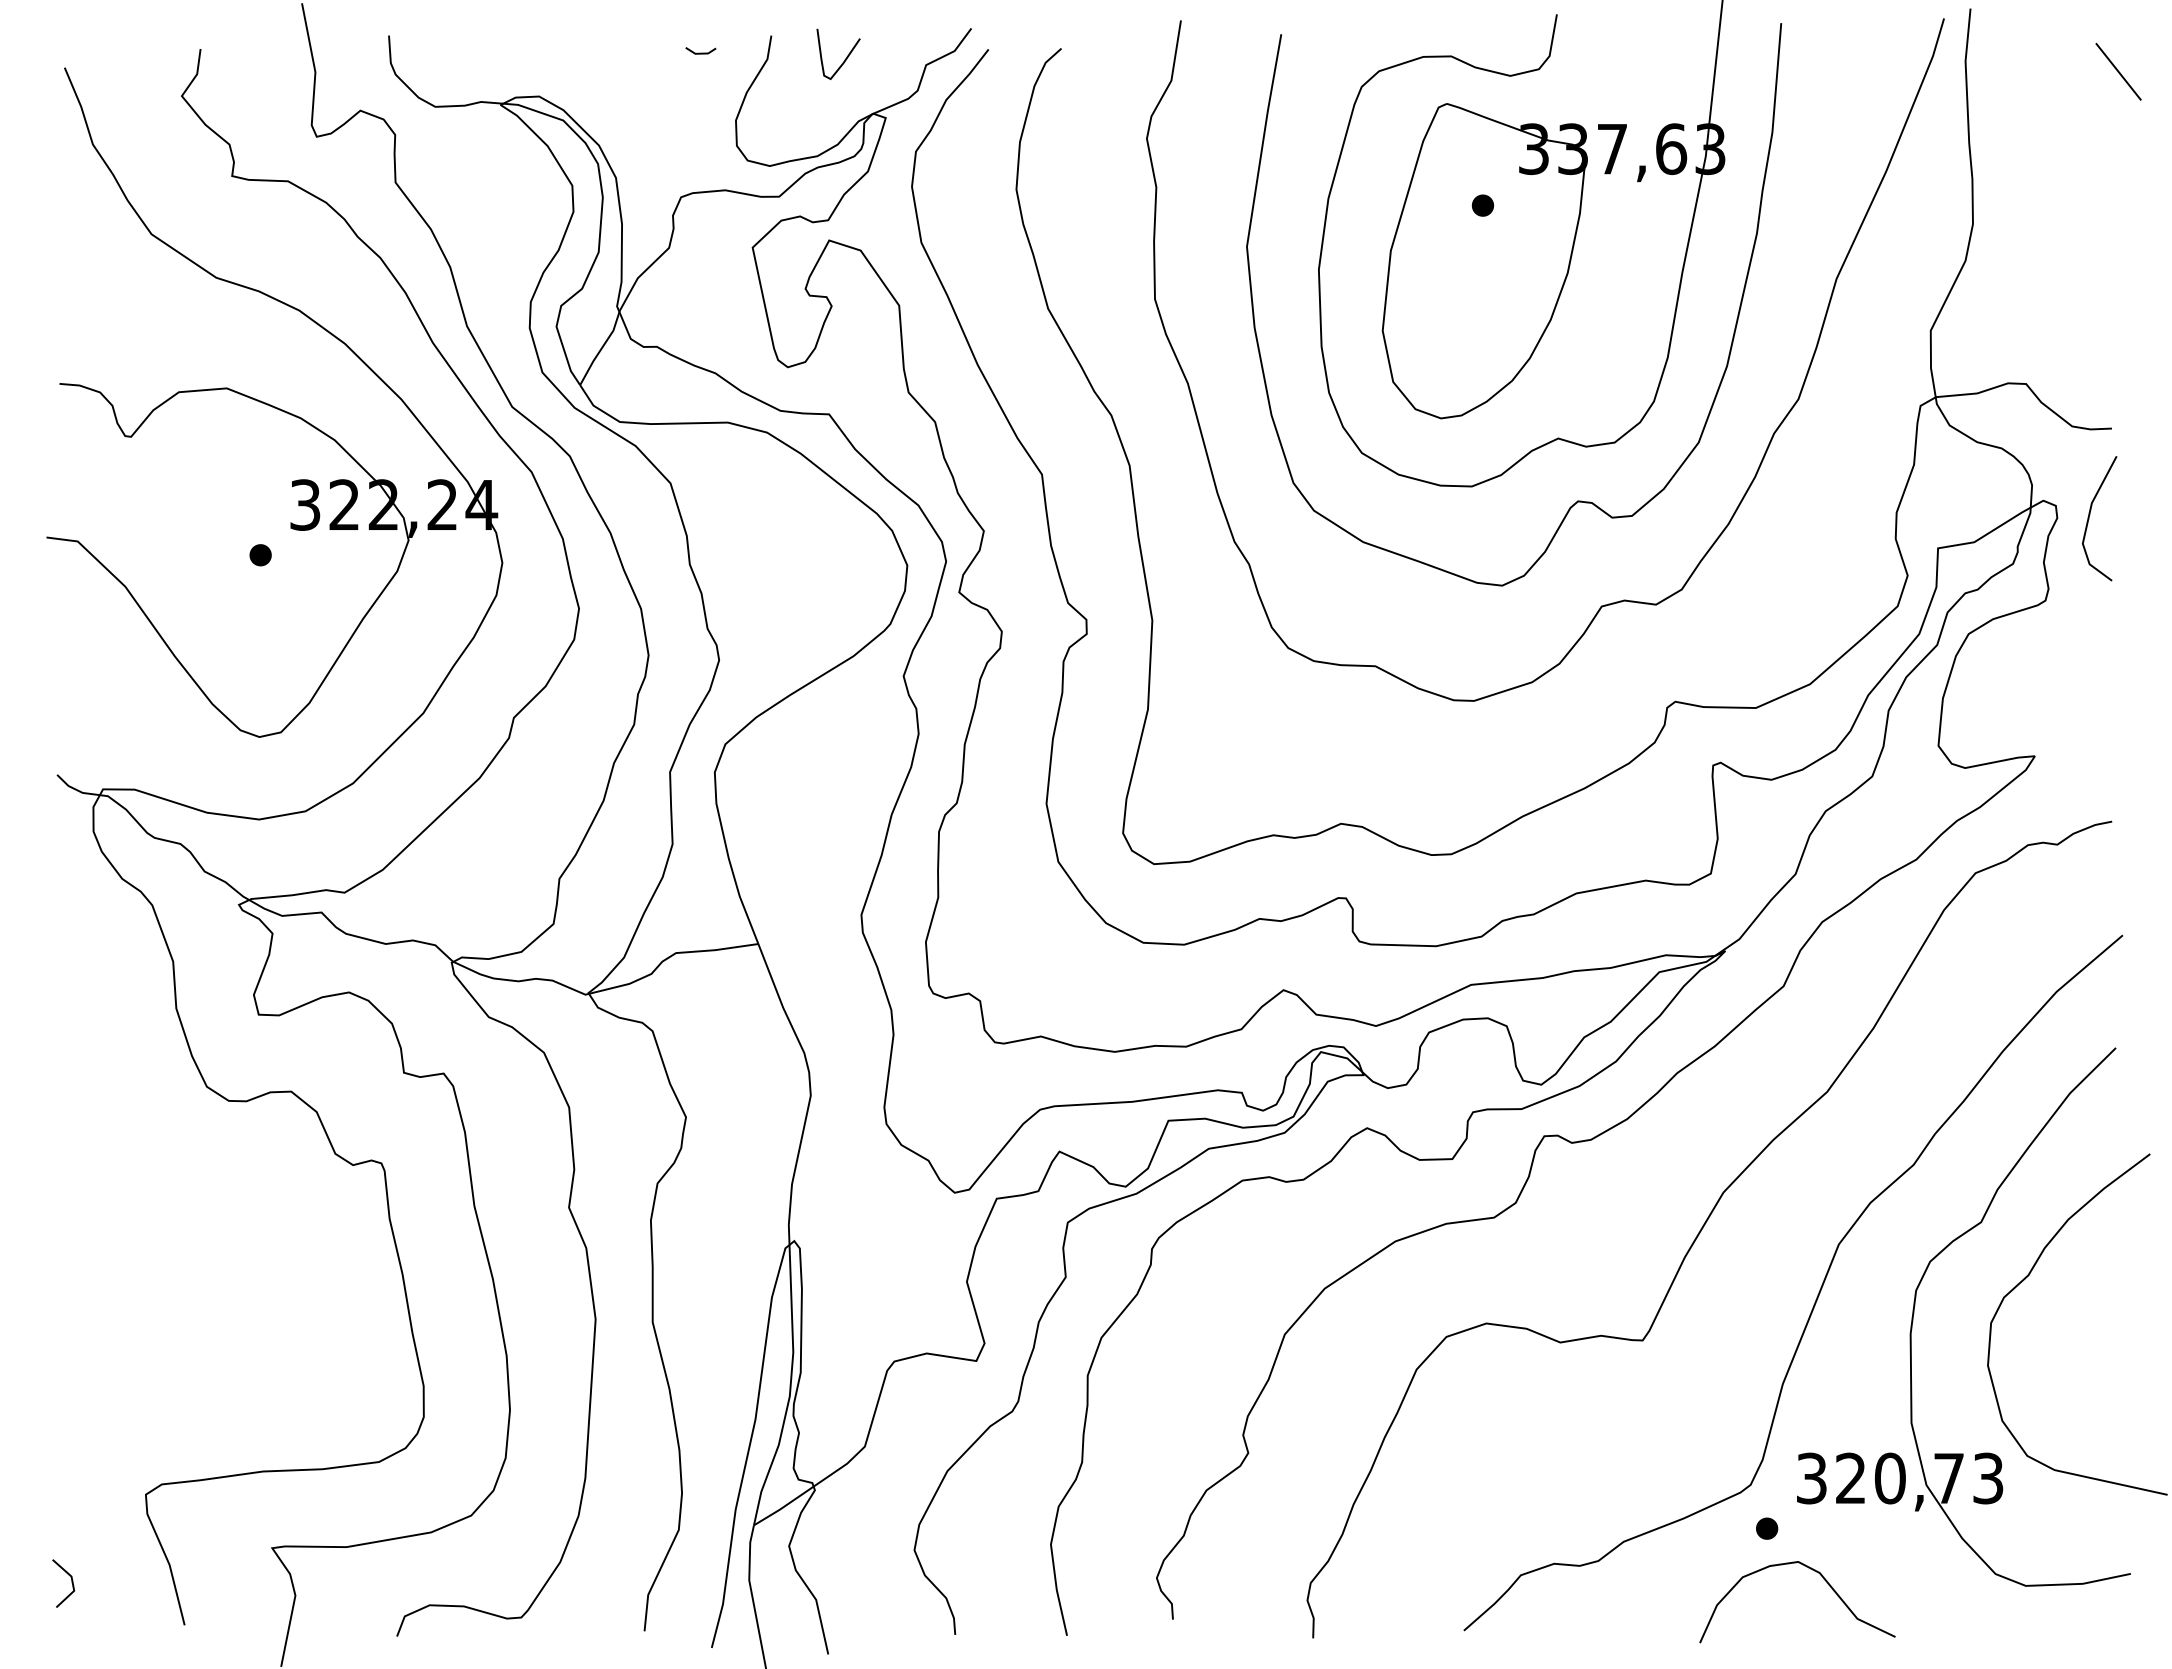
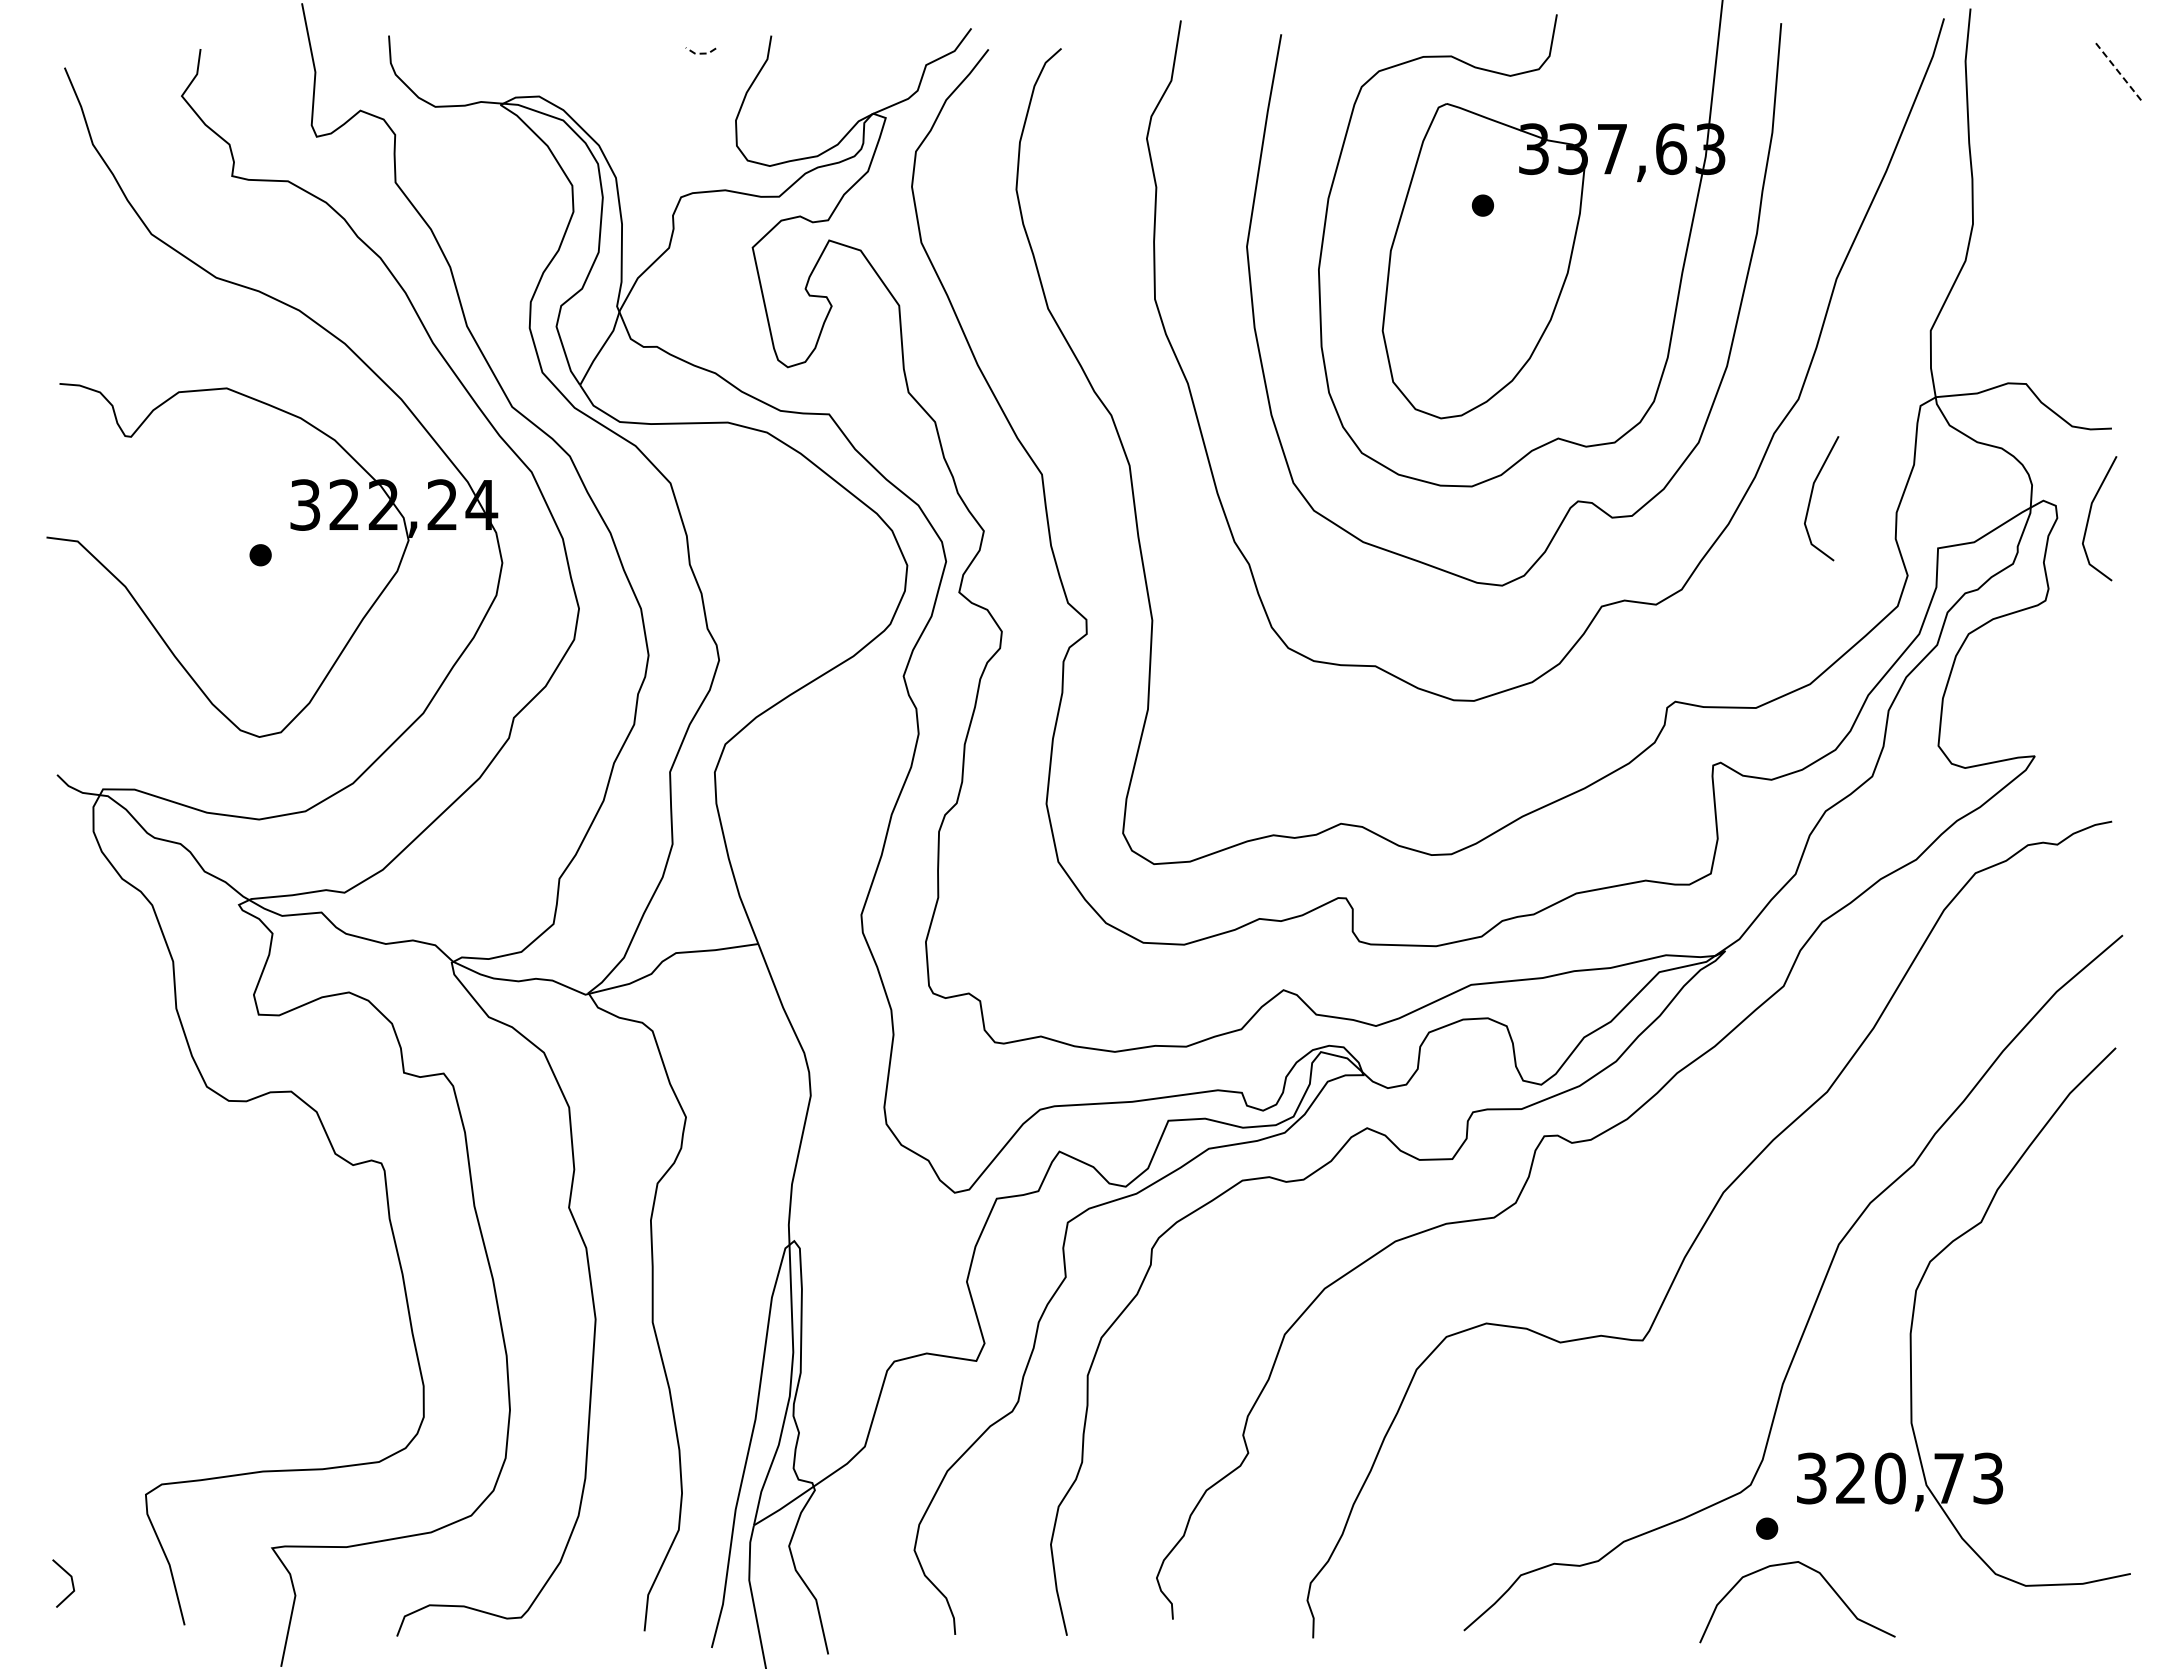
line at (700, 53): solid -> dashed
curve at (844, 59): present -> none
line at (2118, 71): solid -> dashed
line at (1812, 494): none -> present
curve at (2029, 1275): present -> none
